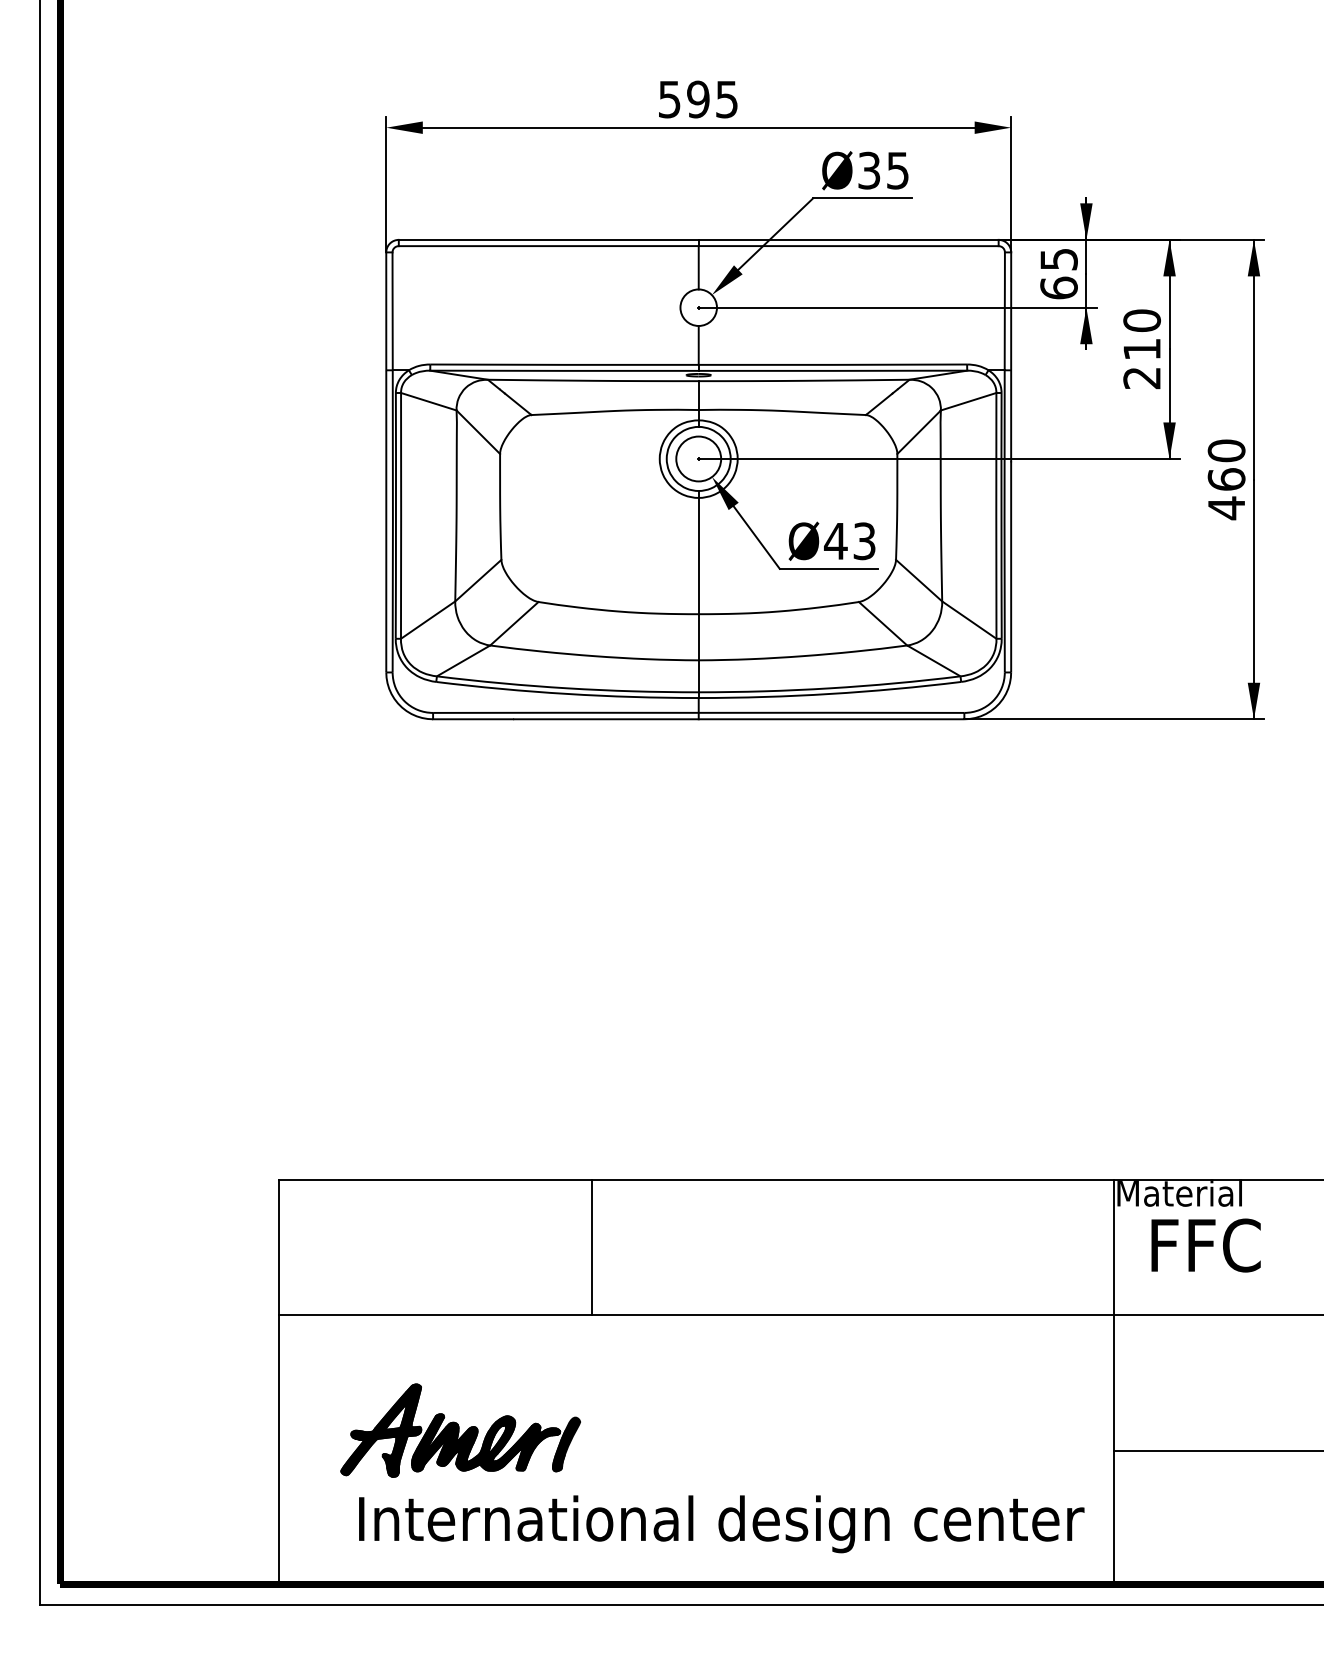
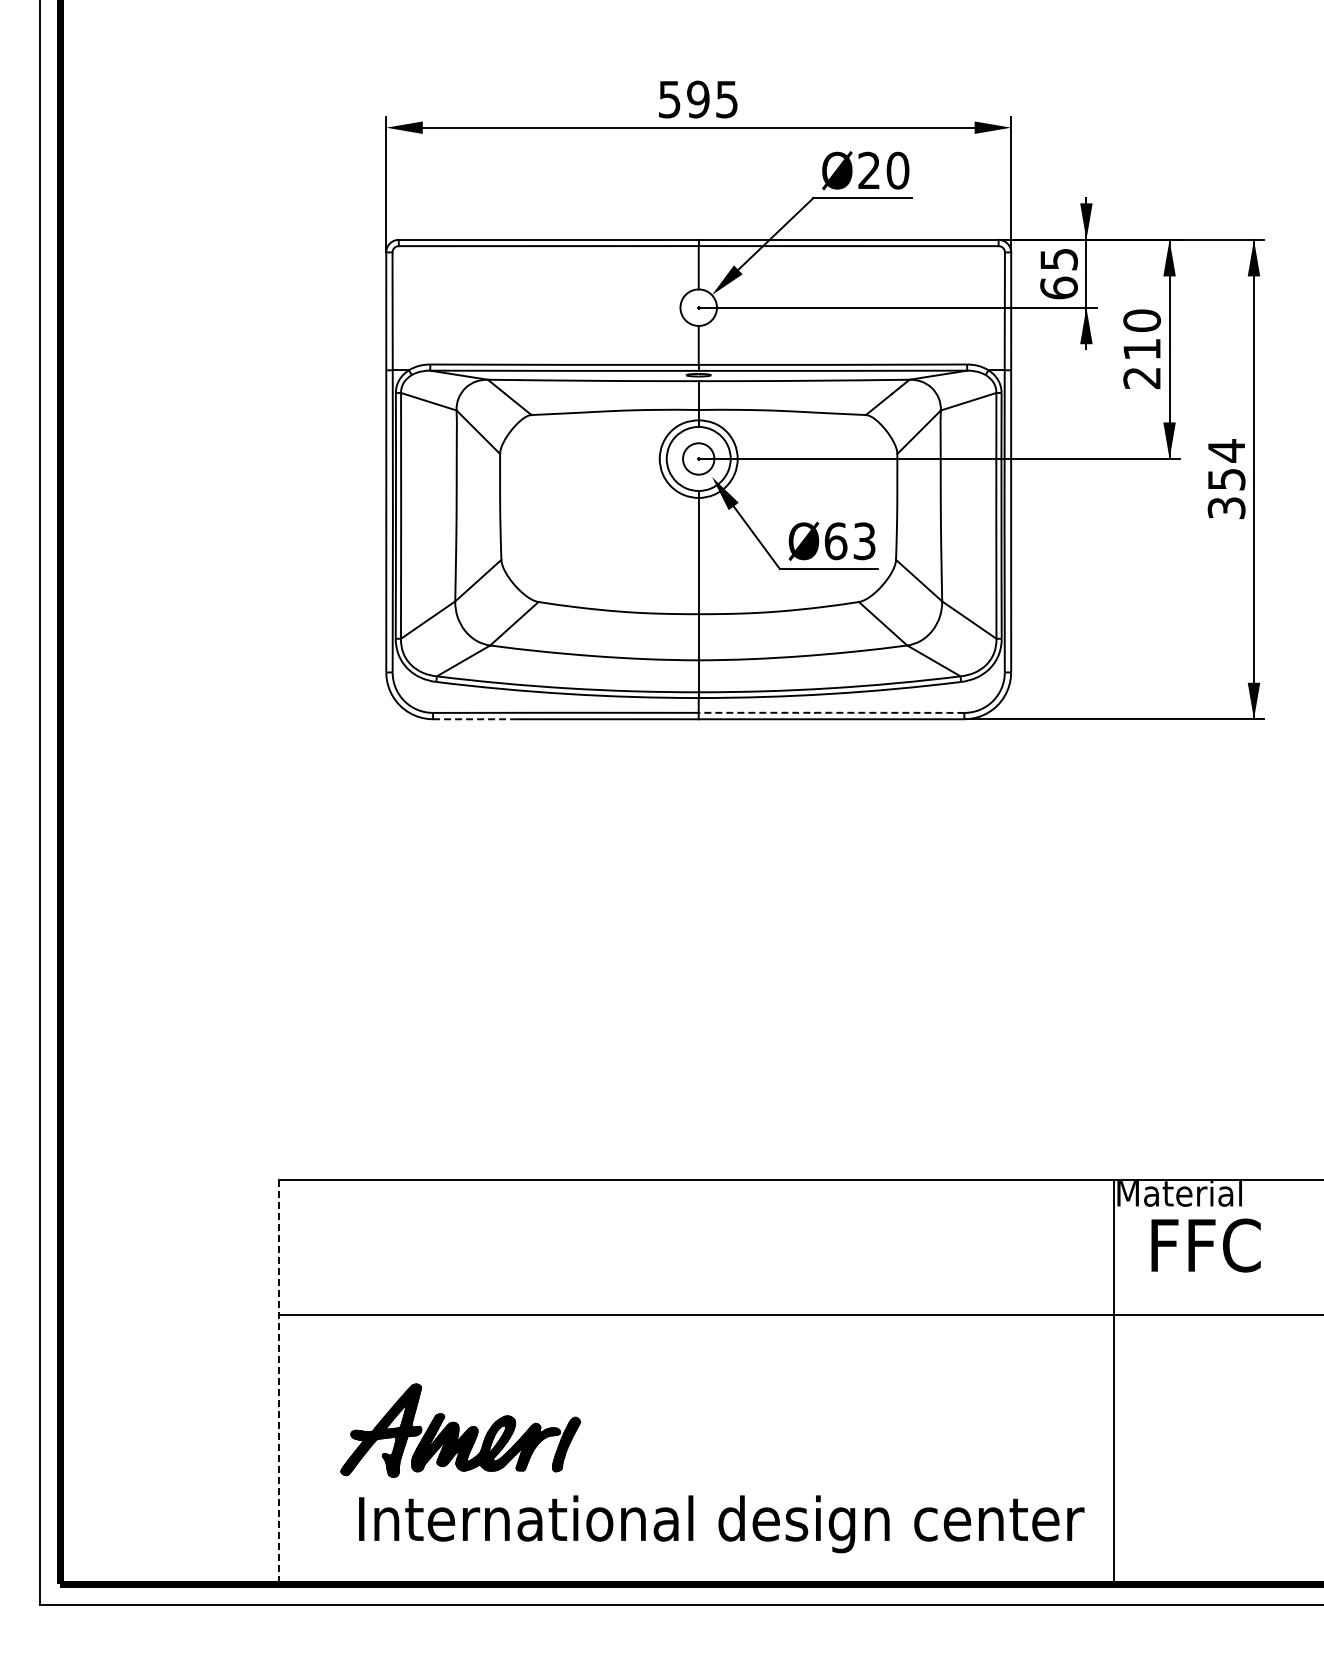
text at (883, 170): Ø35 -> Ø20
circle at (698, 458) diameter: 45 px -> 31 px
text at (1226, 479): 460 -> 354
text at (835, 541): Ø43 -> Ø63
arc at (831, 712): solid -> dashed
line at (473, 719): solid -> dashed
line at (591, 1247): present -> none
line at (278, 1383): solid -> dashed
line at (1216, 1450): present -> none
